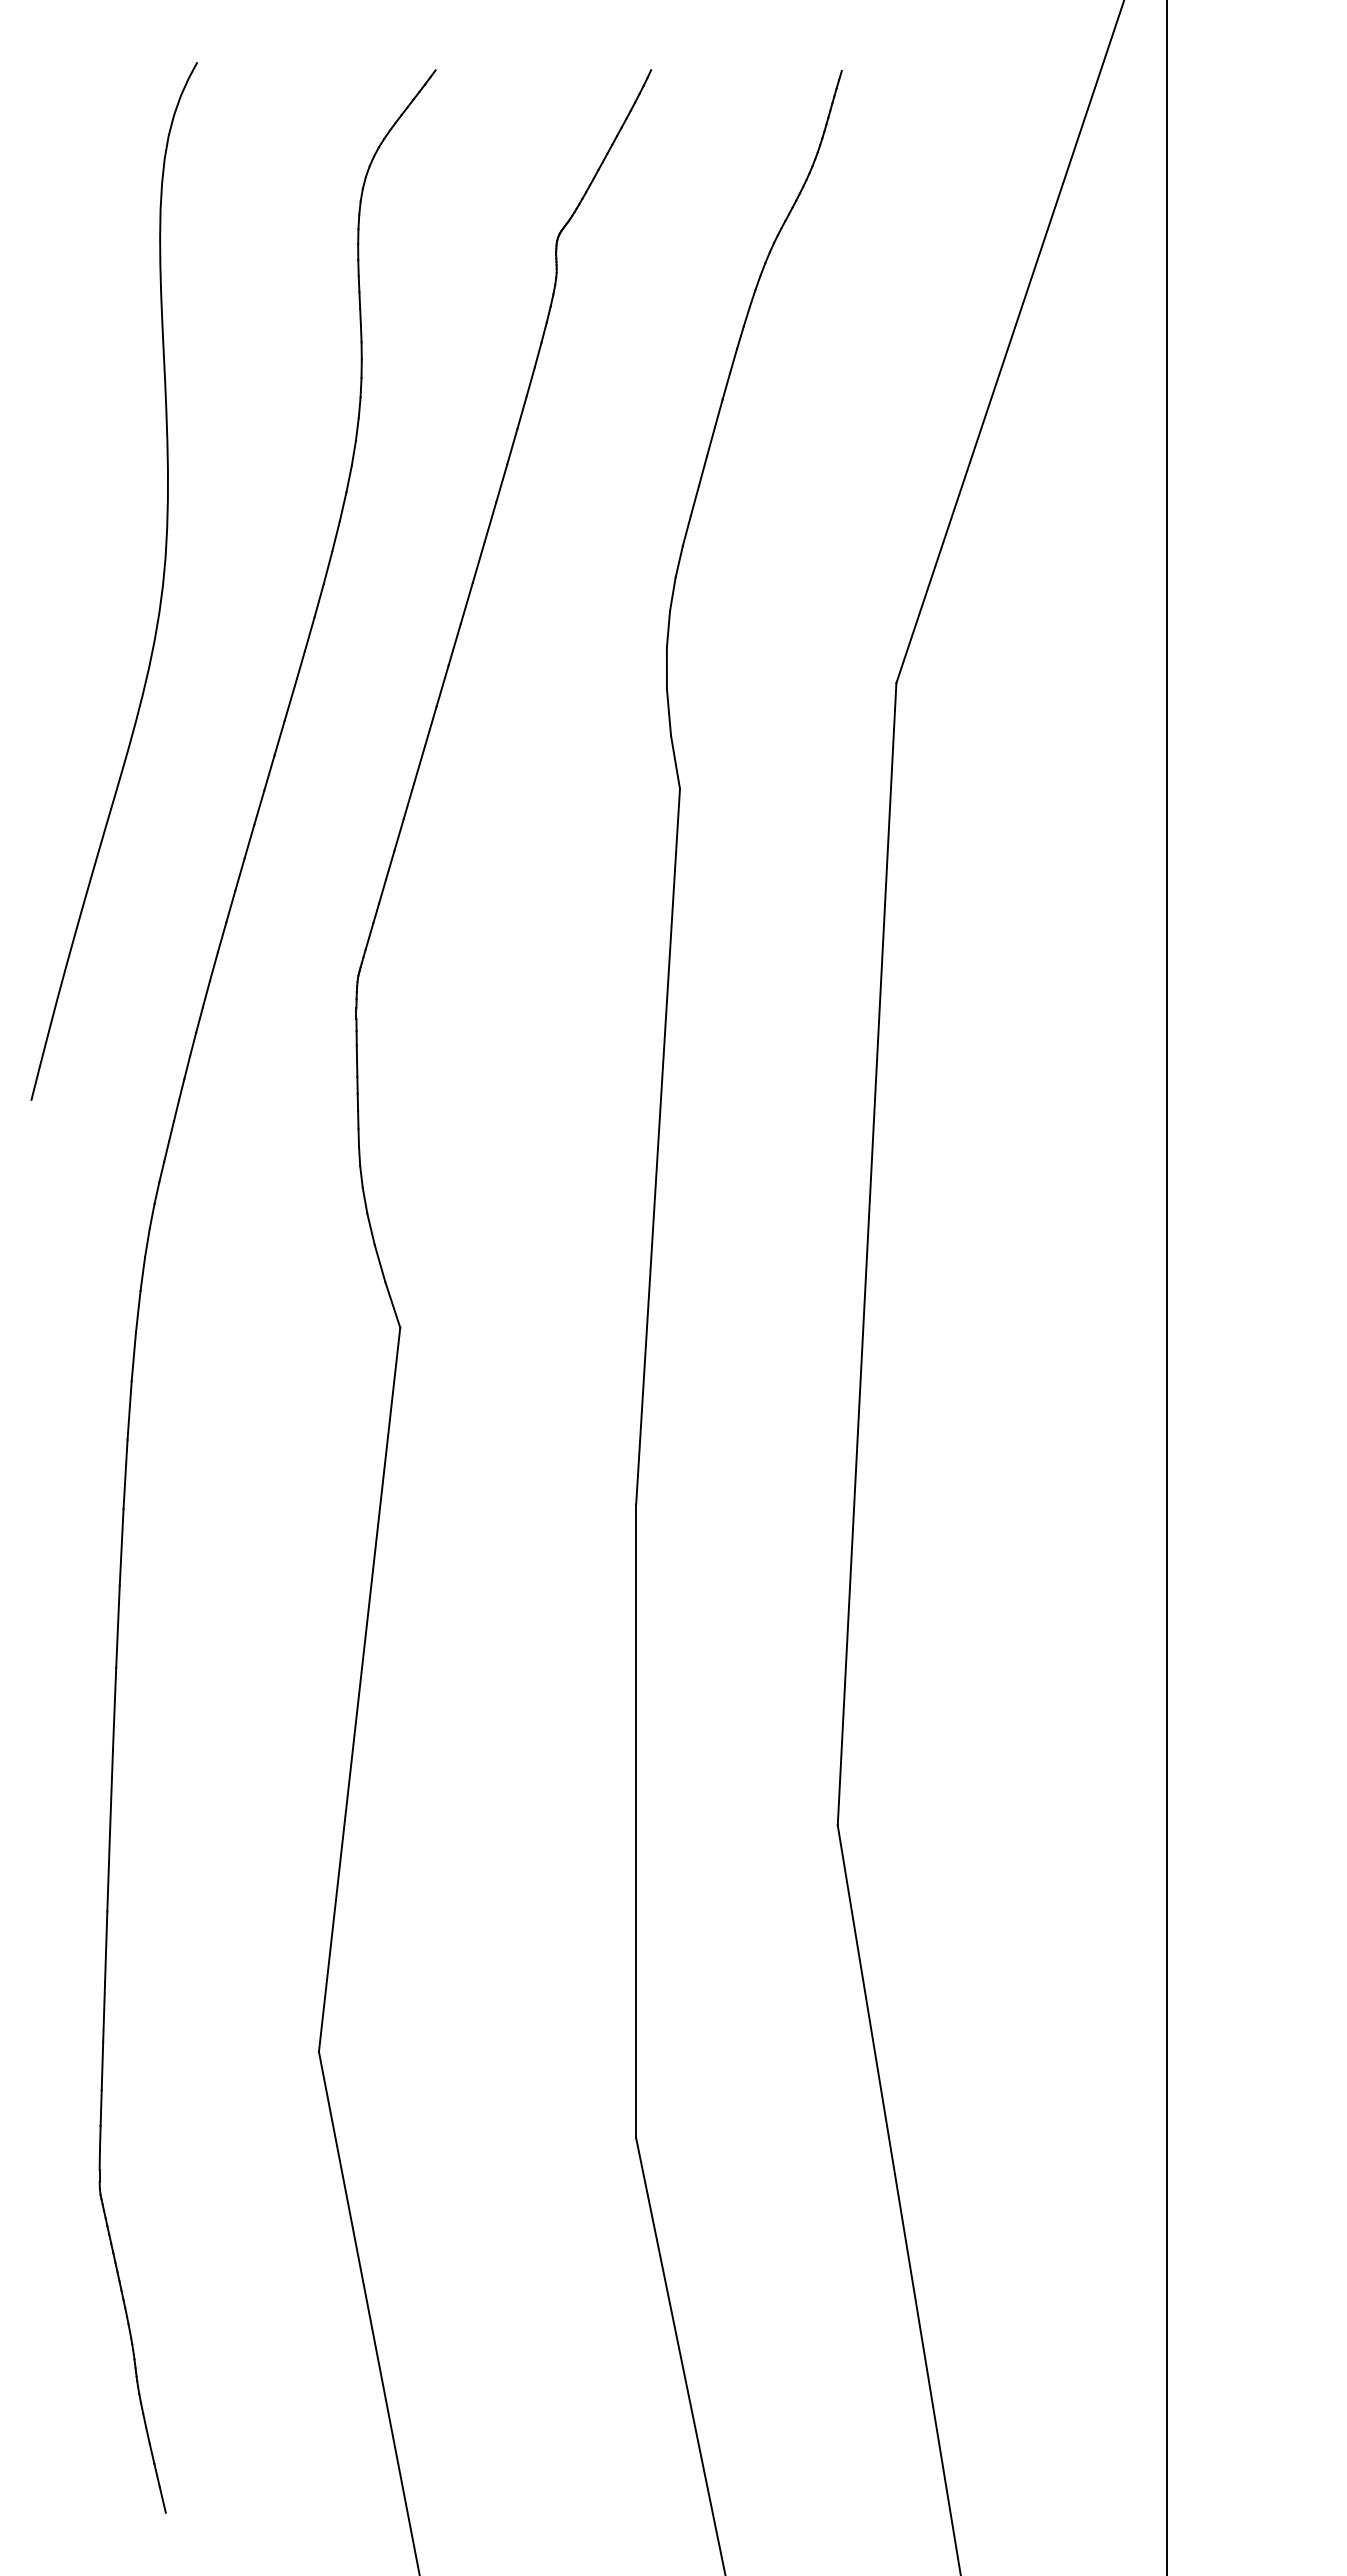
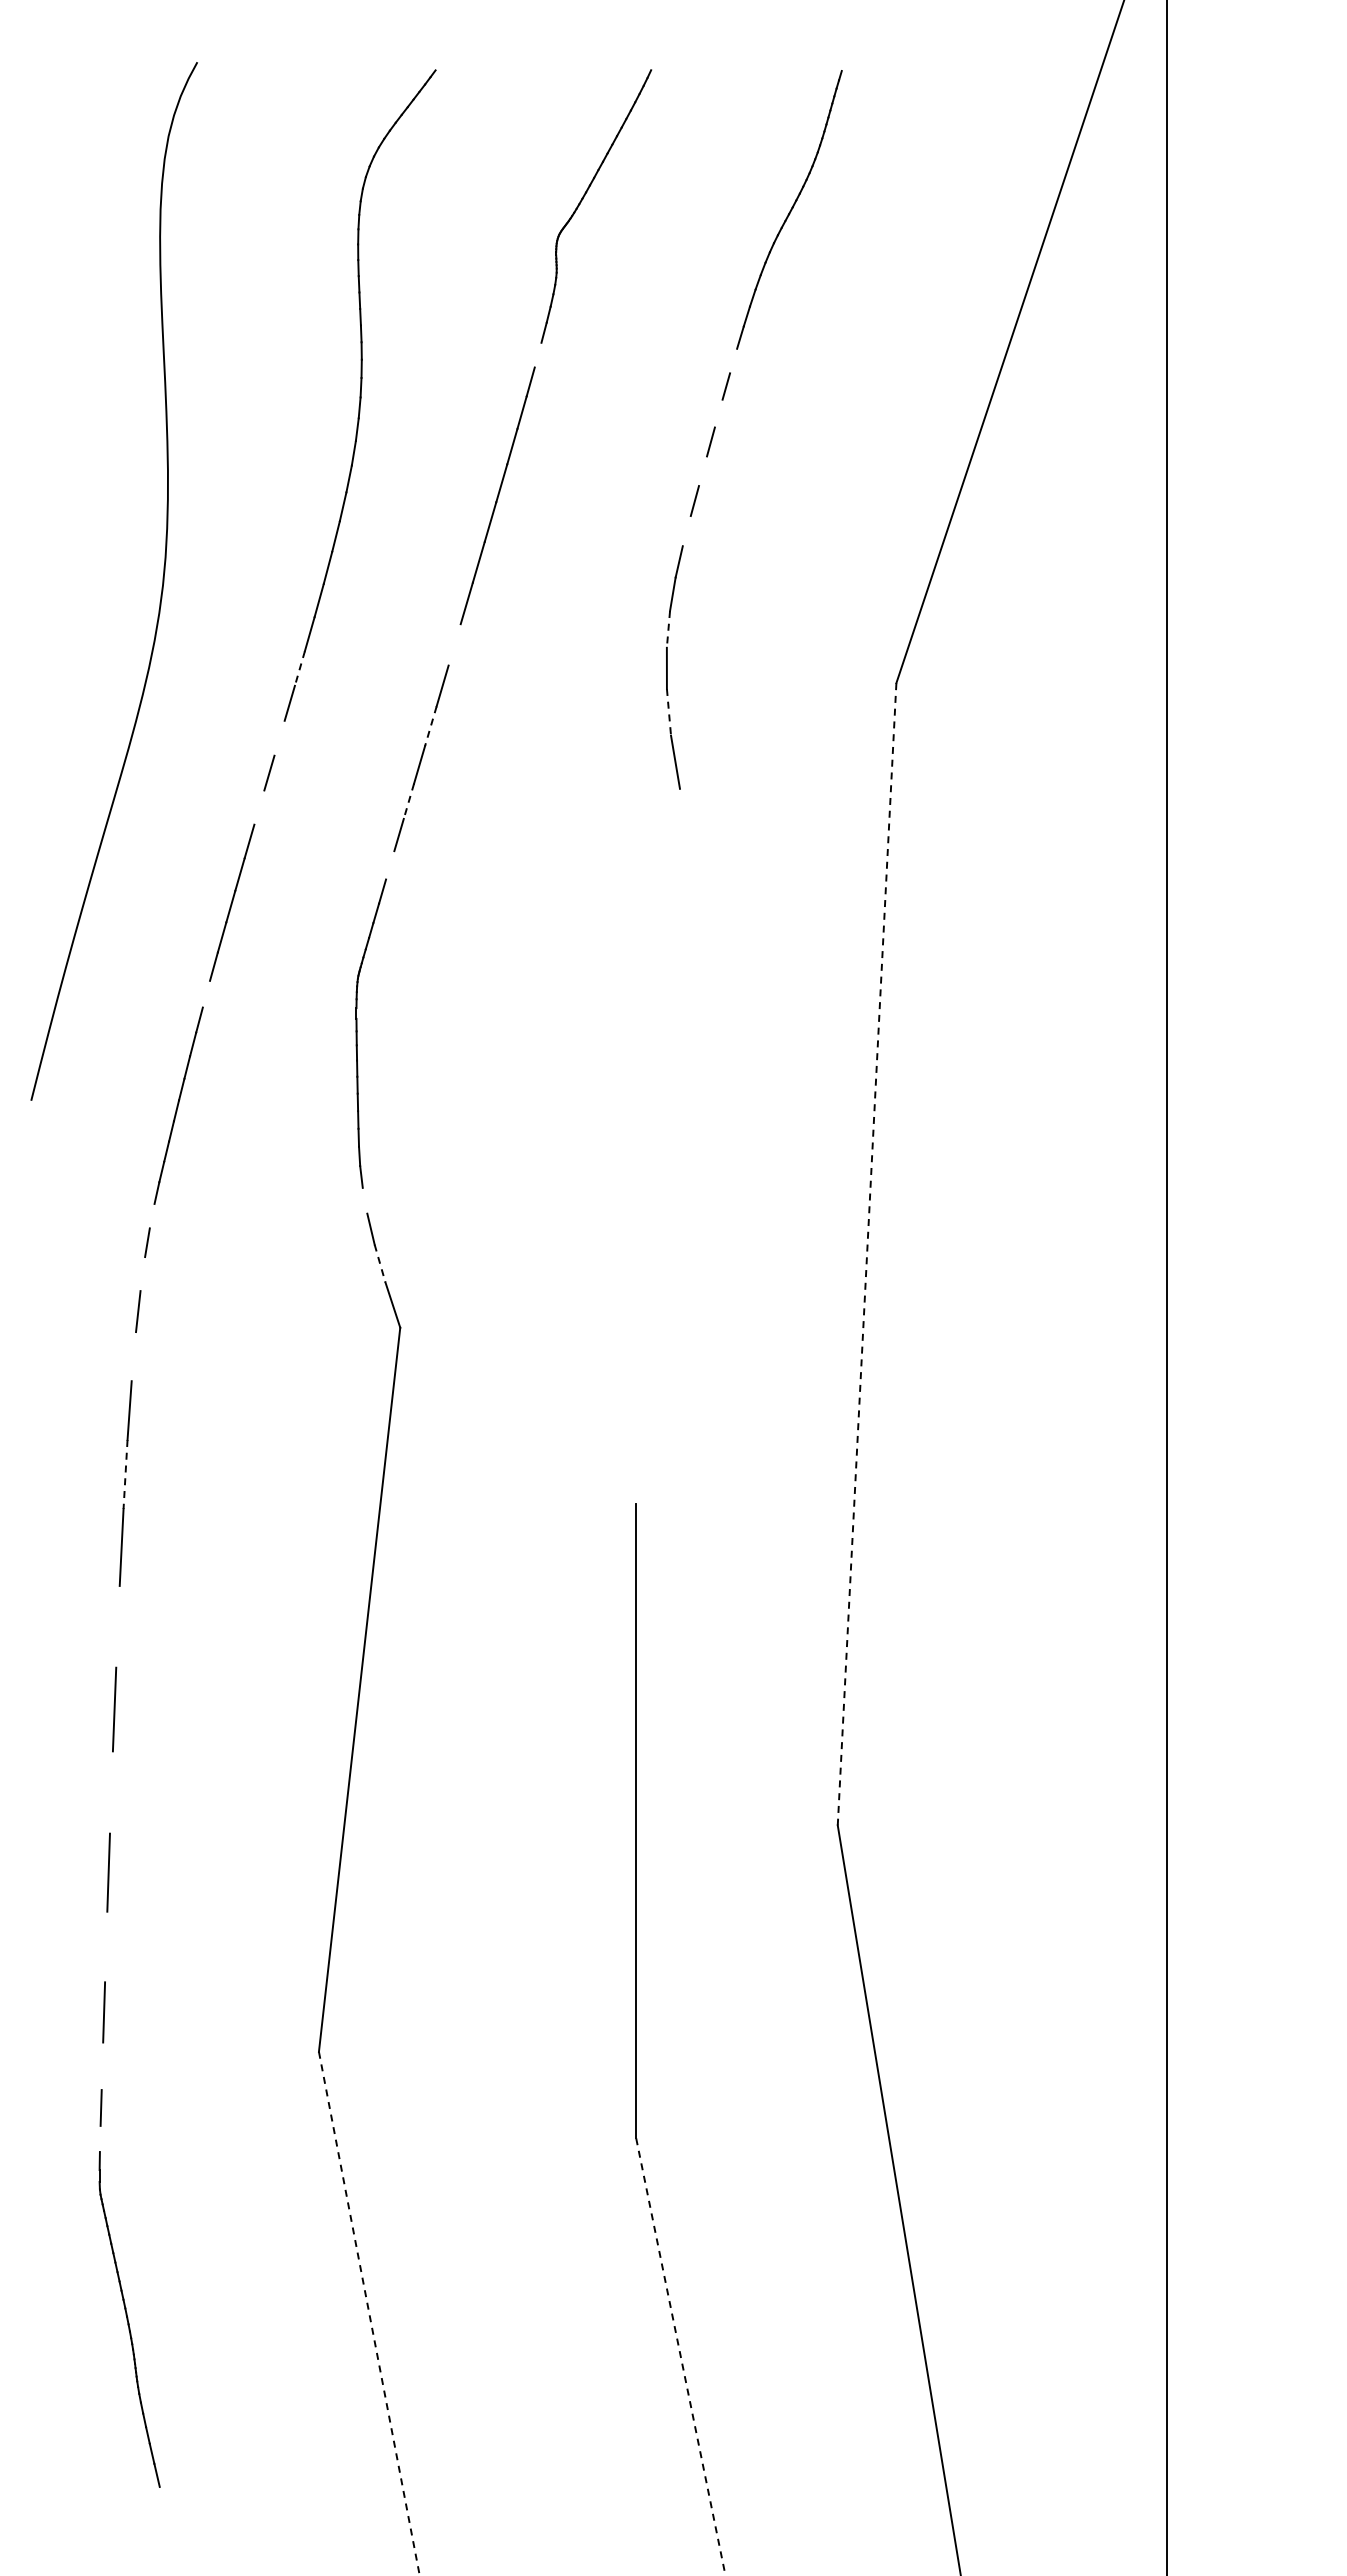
line at (537, 354): present -> none
line at (733, 360): present -> none
line at (718, 413): present -> none
line at (702, 471): present -> none
line at (686, 531): present -> none
line at (668, 629): solid -> dashed
line at (454, 644): present -> none
line at (299, 669): solid -> dashed
line at (669, 712): solid -> dashed
line at (430, 726): solid -> dashed
line at (279, 737): present -> none
line at (408, 801): solid -> dashed
line at (259, 807): present -> none
line at (390, 865): present -> none
line at (206, 993): present -> none
line at (657, 1146): present -> none
line at (364, 1200): present -> none
line at (151, 1215): present -> none
line at (867, 1254): solid -> dashed
line at (380, 1263): solid -> dashed
line at (142, 1274): present -> none
line at (133, 1356): present -> none
line at (125, 1474): solid -> dashed
line at (117, 1626): present -> none
line at (110, 1792): present -> none
line at (106, 1946): present -> none
line at (102, 2066): present -> none
line at (99, 2138): present -> none
line at (369, 2313): solid -> dashed
line at (680, 2356): solid -> dashed
line at (162, 2499): present -> none
